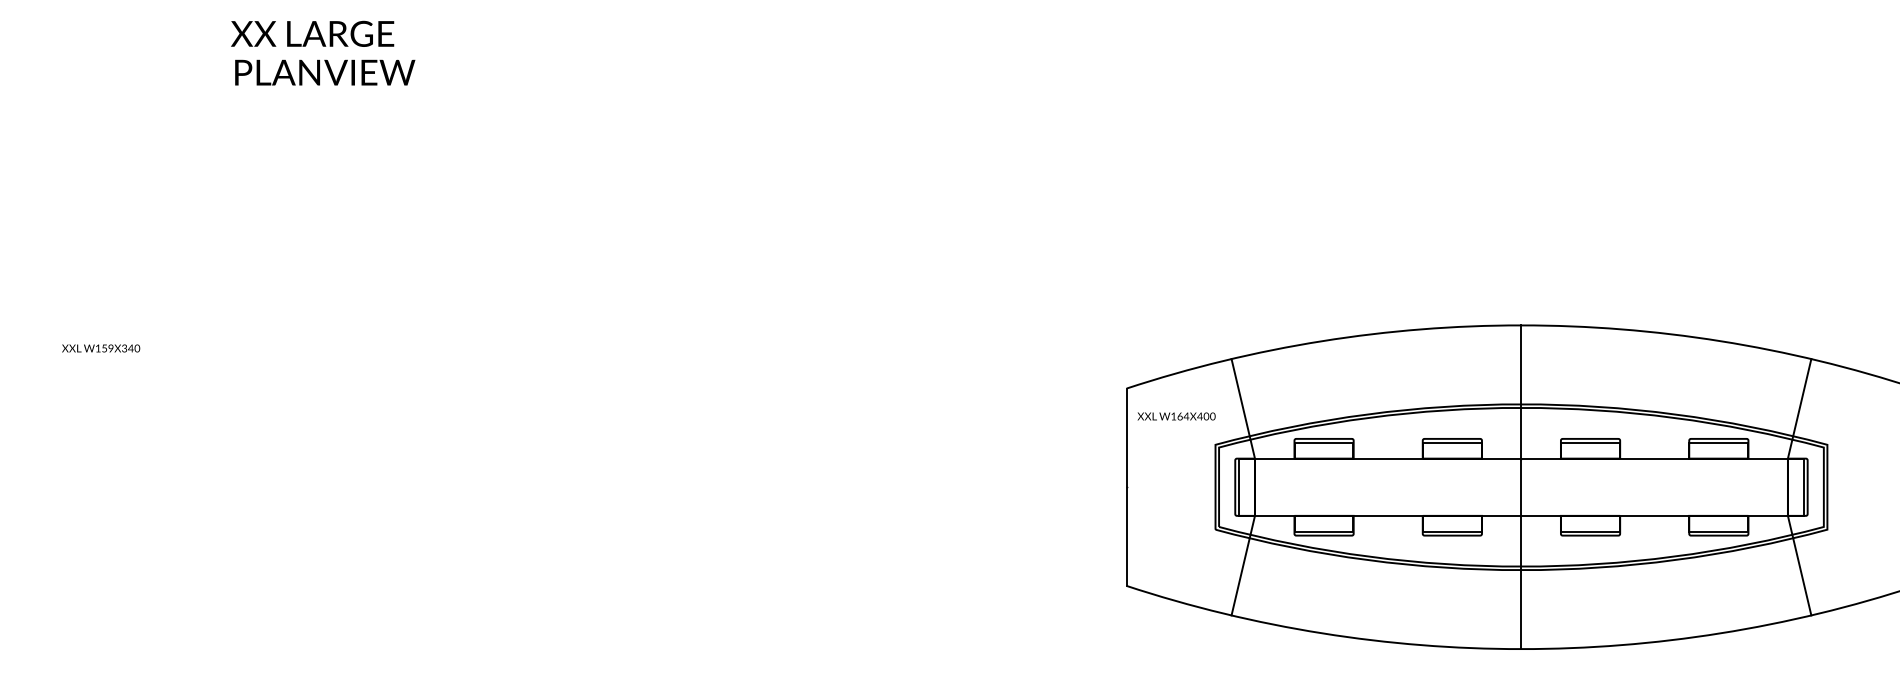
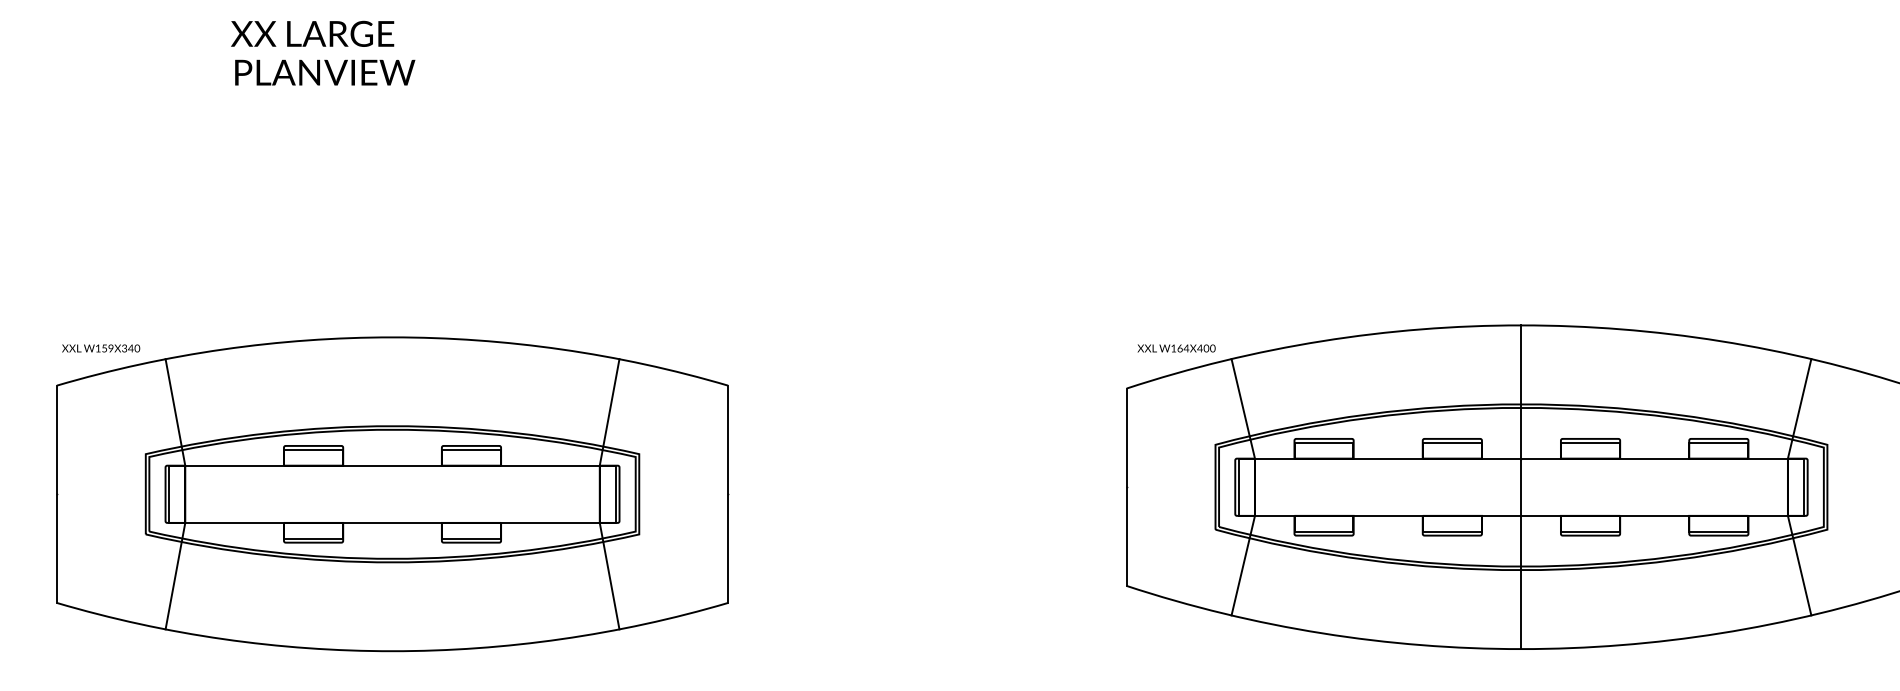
text at (1176, 416) position: (1176, 416) -> (1176, 348)
part at (392, 494): none -> present
